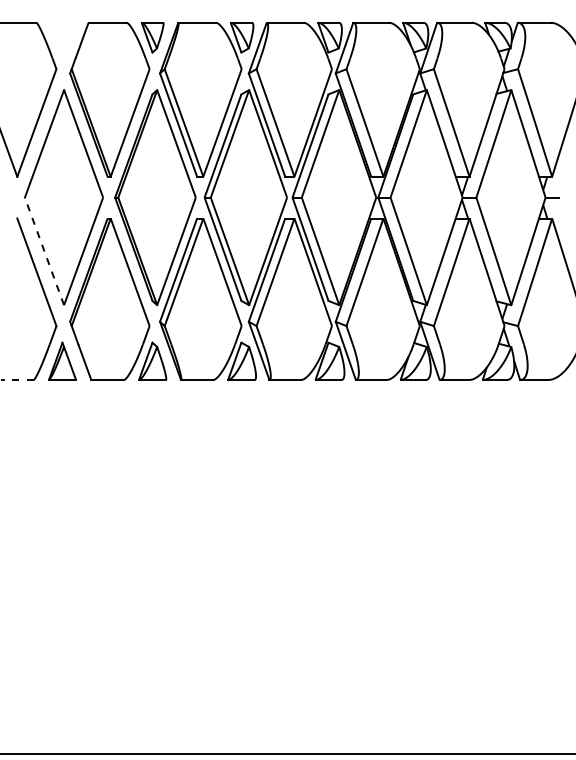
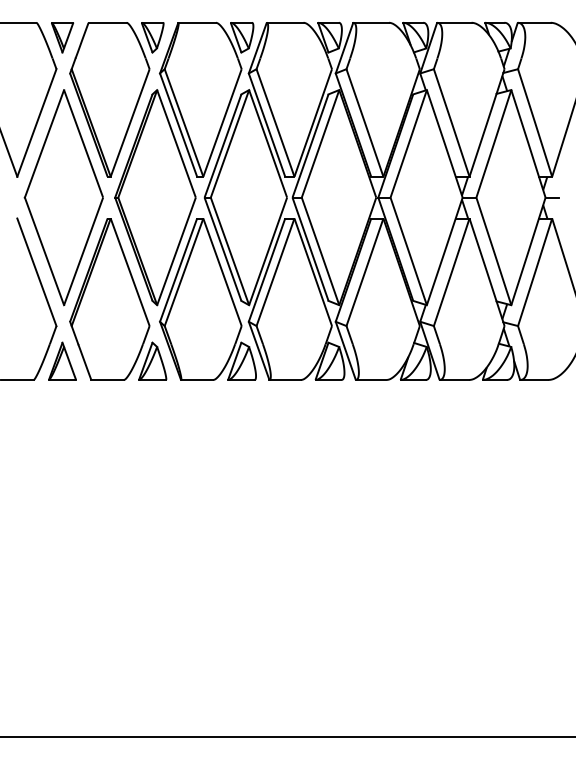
part at (62, 37): none -> present
line at (44, 250): dashed -> solid
line at (16, 379): dashed -> solid
line at (287, 754) position: (287, 754) -> (287, 737)
